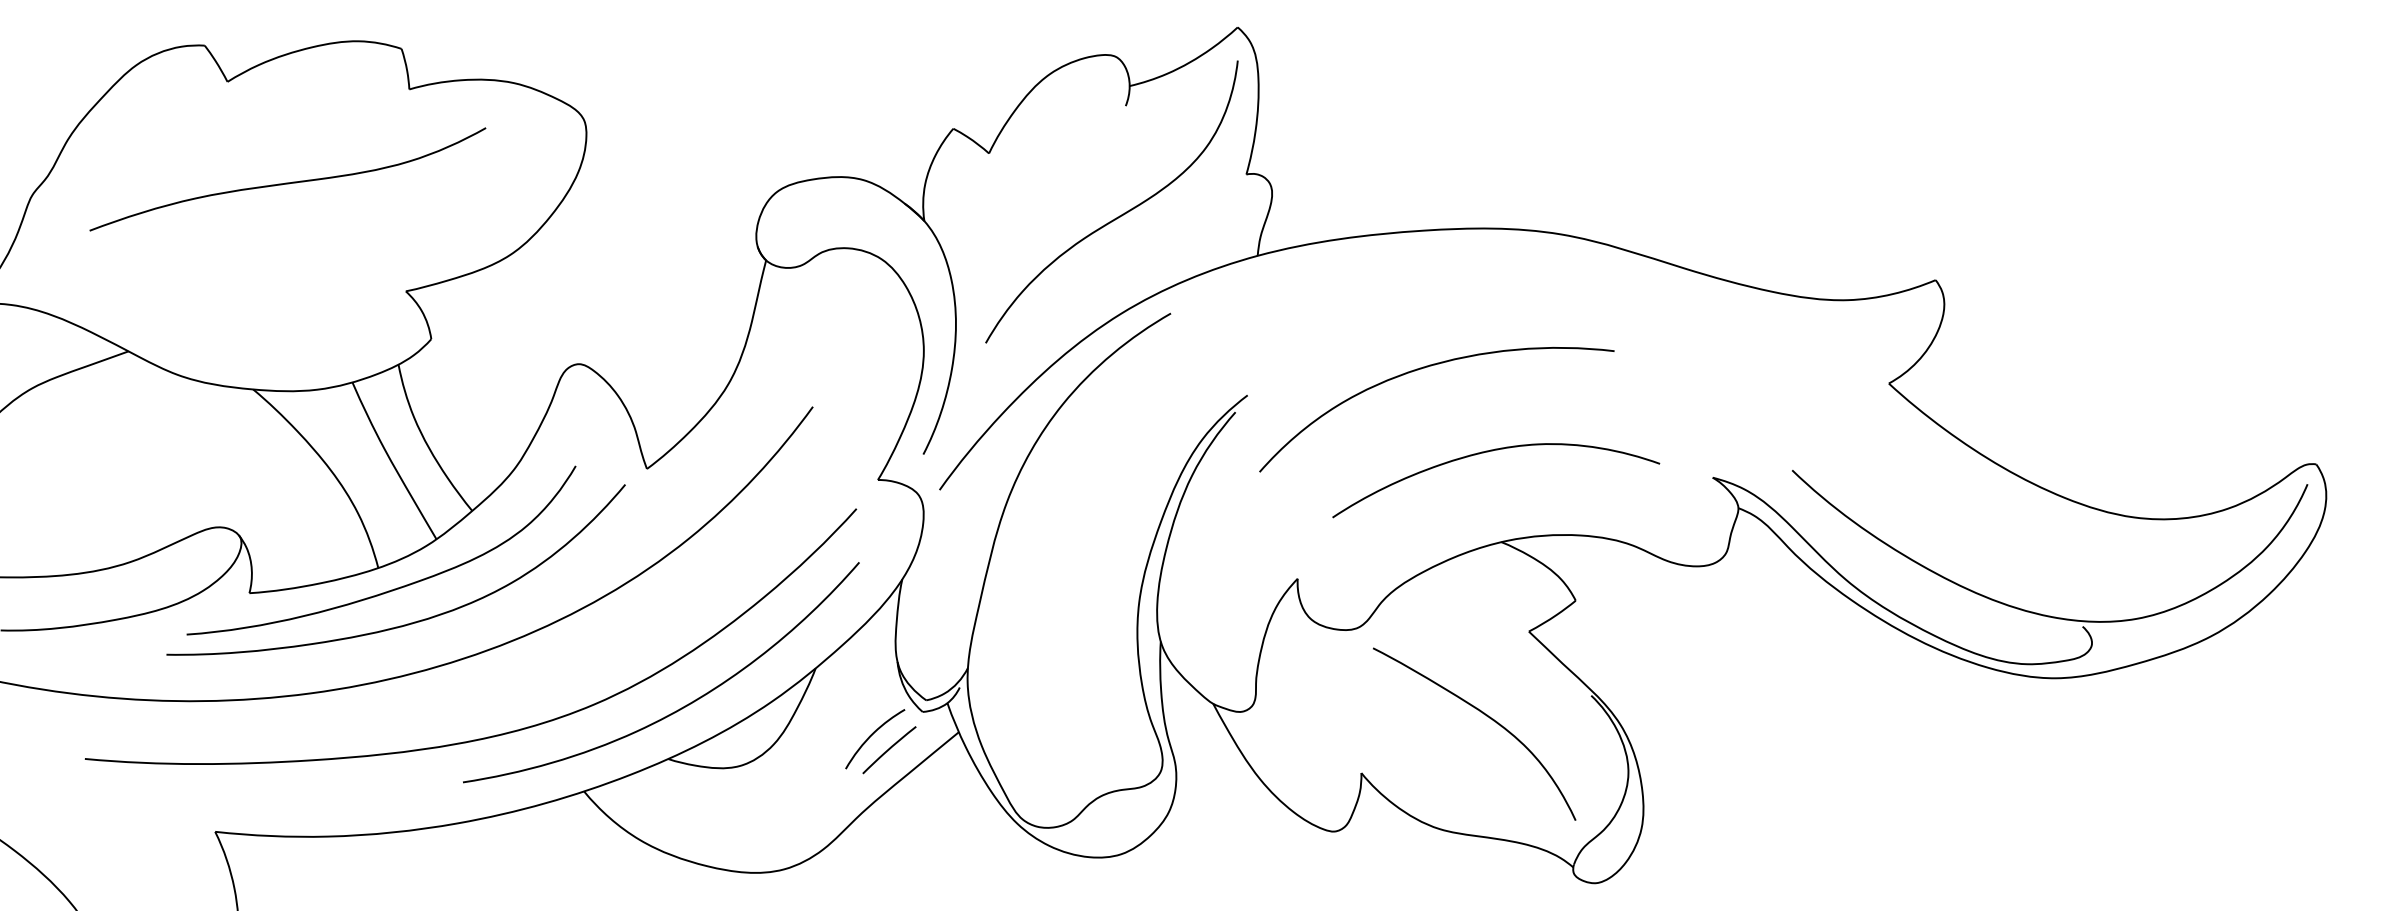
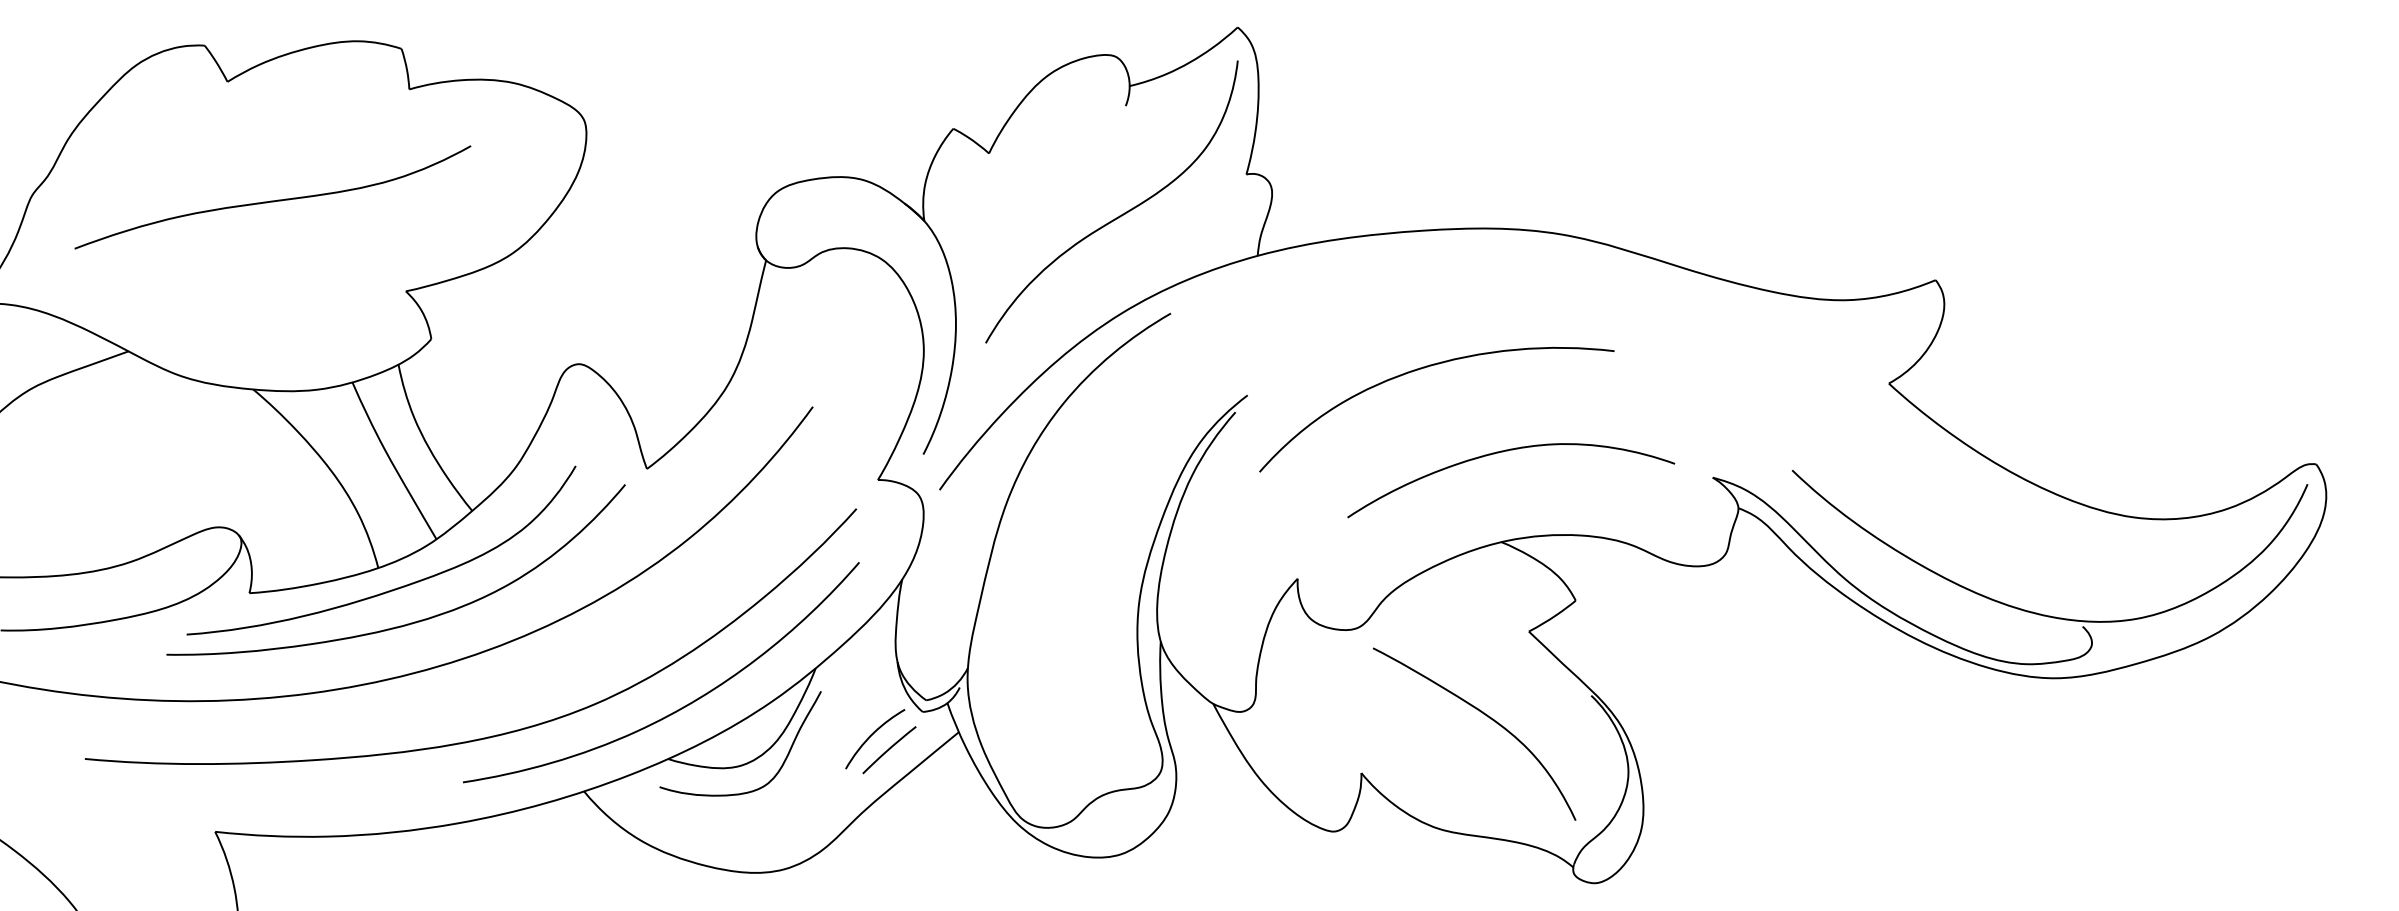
curve at (287, 182) position: (287, 182) -> (272, 200)
curve at (1488, 452) position: (1488, 452) -> (1503, 452)
curve at (780, 766): none -> present
